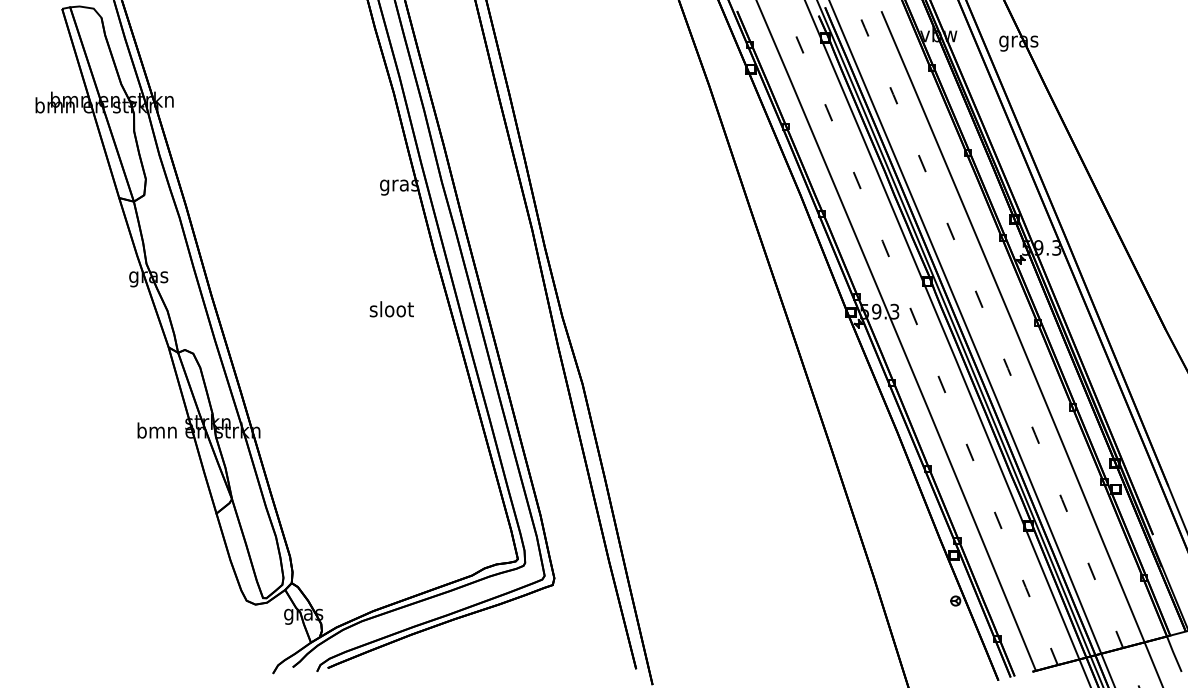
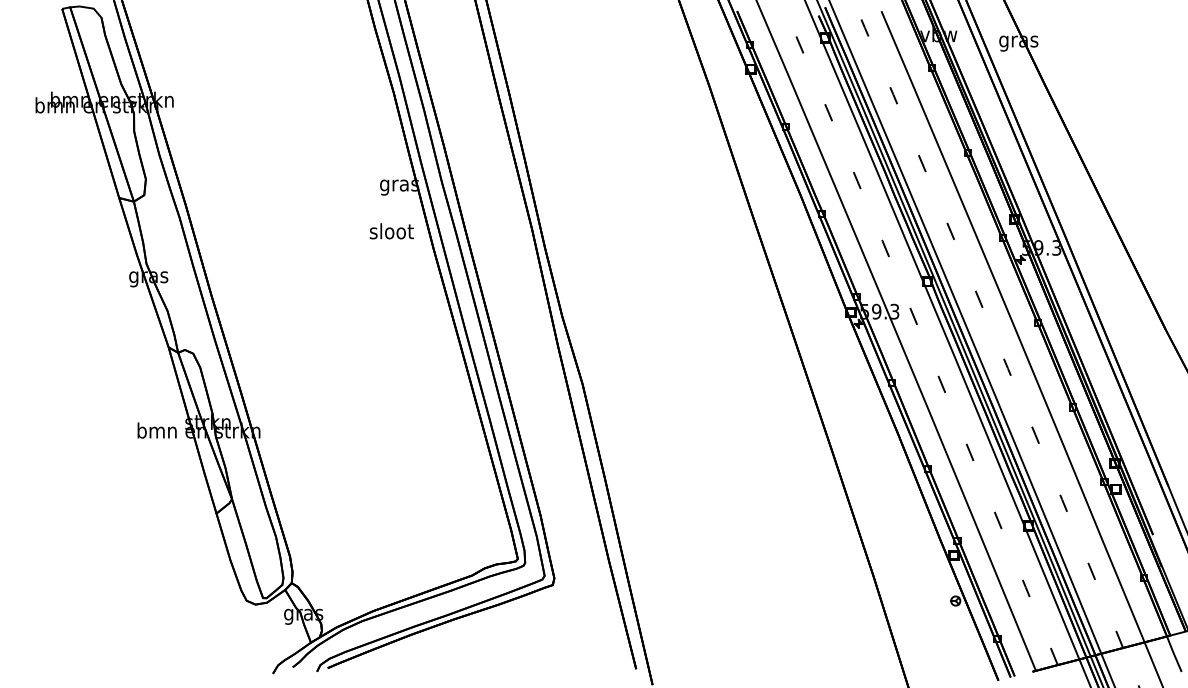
text at (391, 309) position: (391, 309) -> (391, 231)
